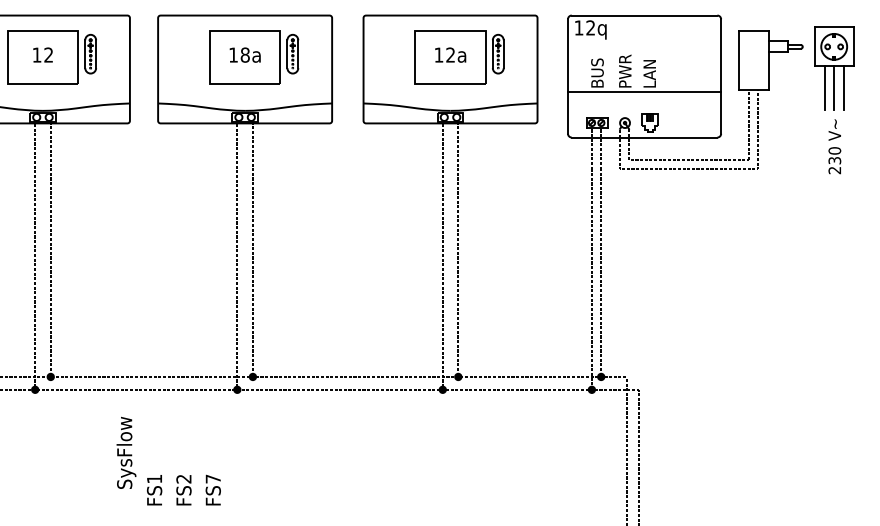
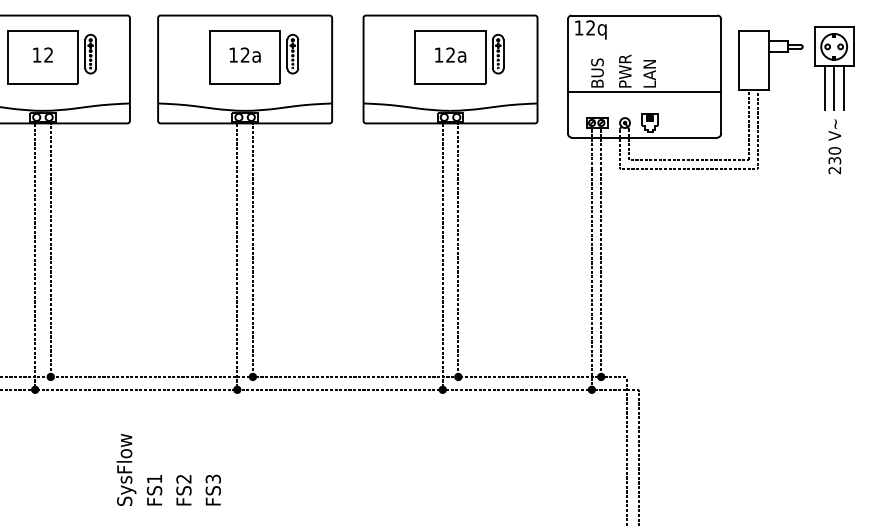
text at (244, 54): 18a -> 12a
text at (126, 452) position: (126, 452) -> (126, 469)
text at (212, 478): FS7 -> FS3
